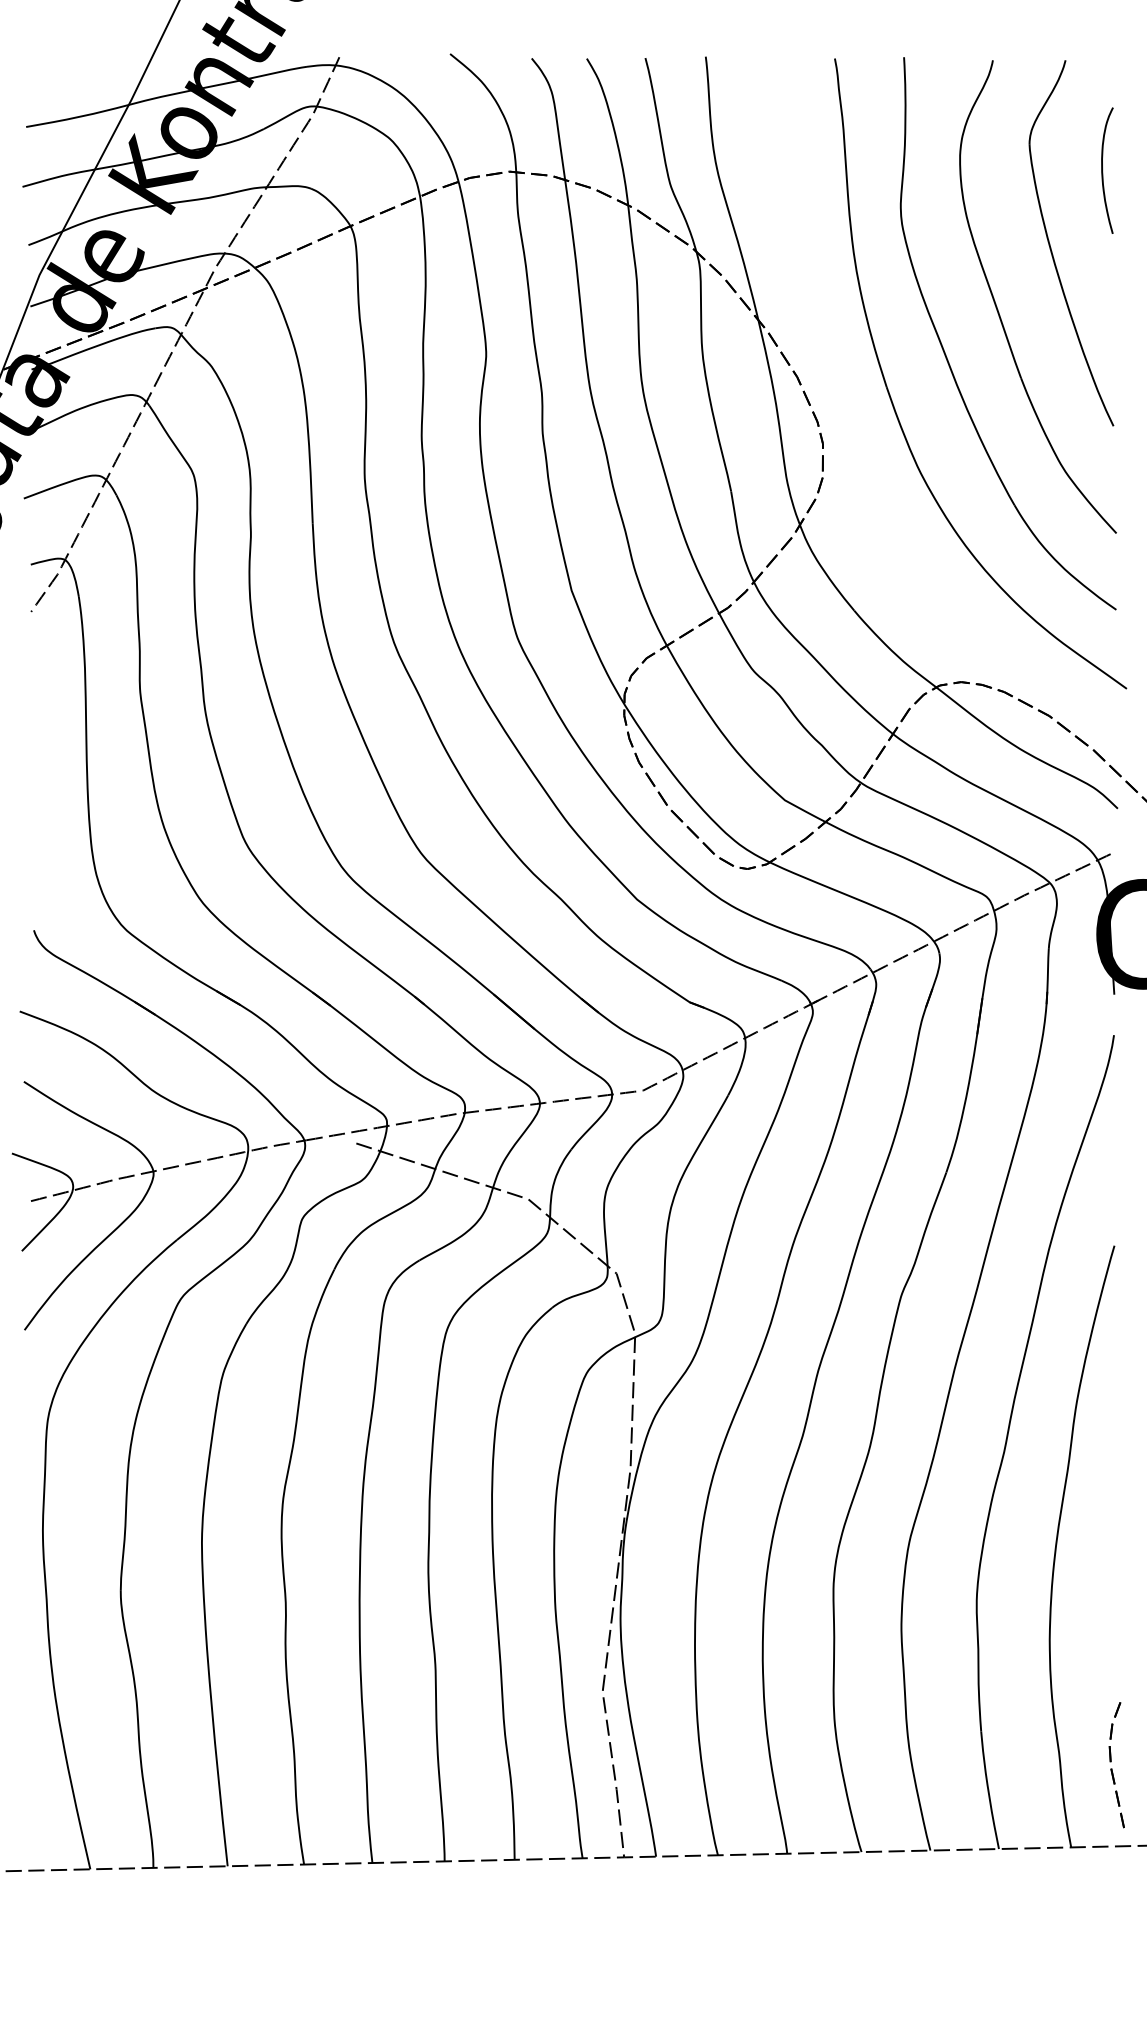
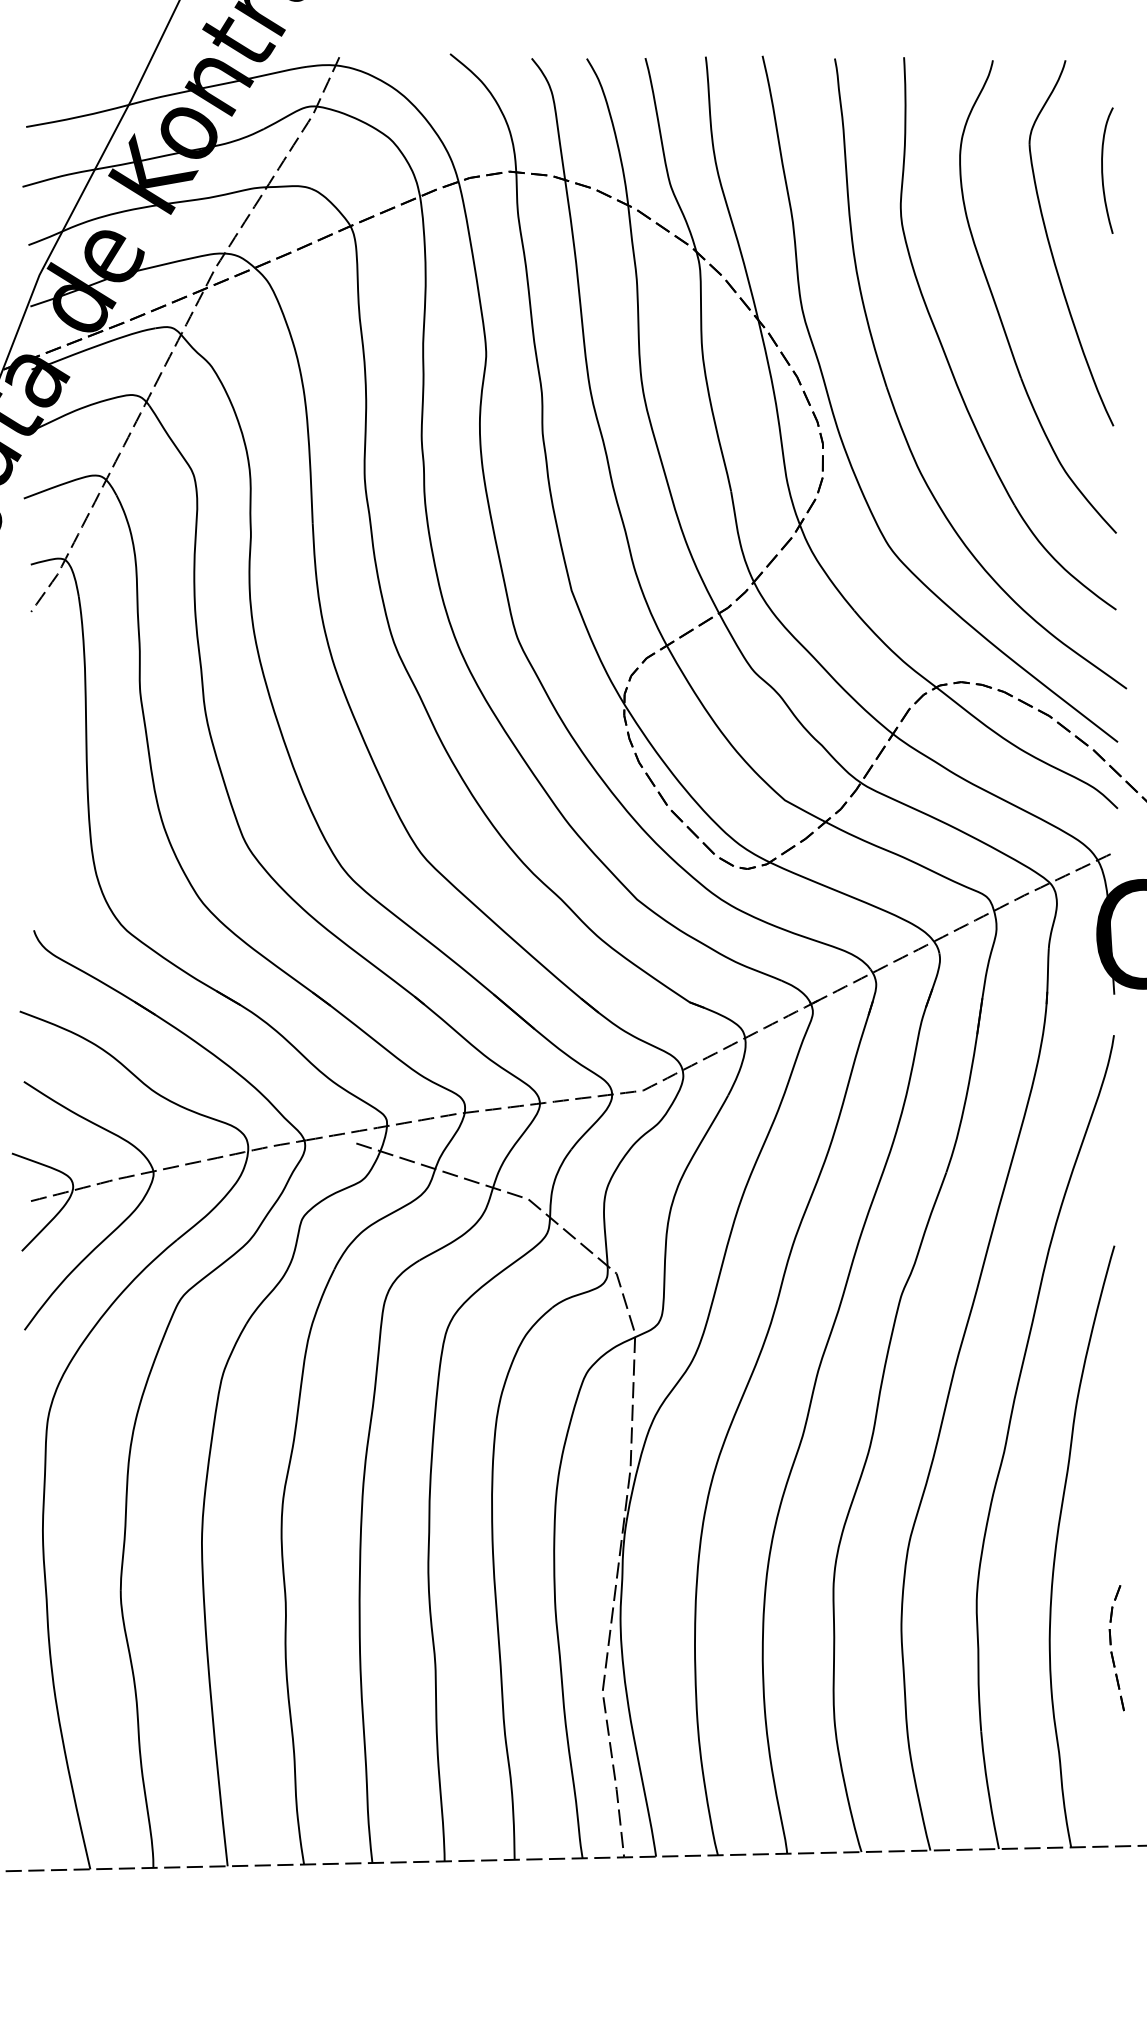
curve at (839, 430): none -> present
part at (1116, 1765) position: (1116, 1765) -> (1116, 1648)
